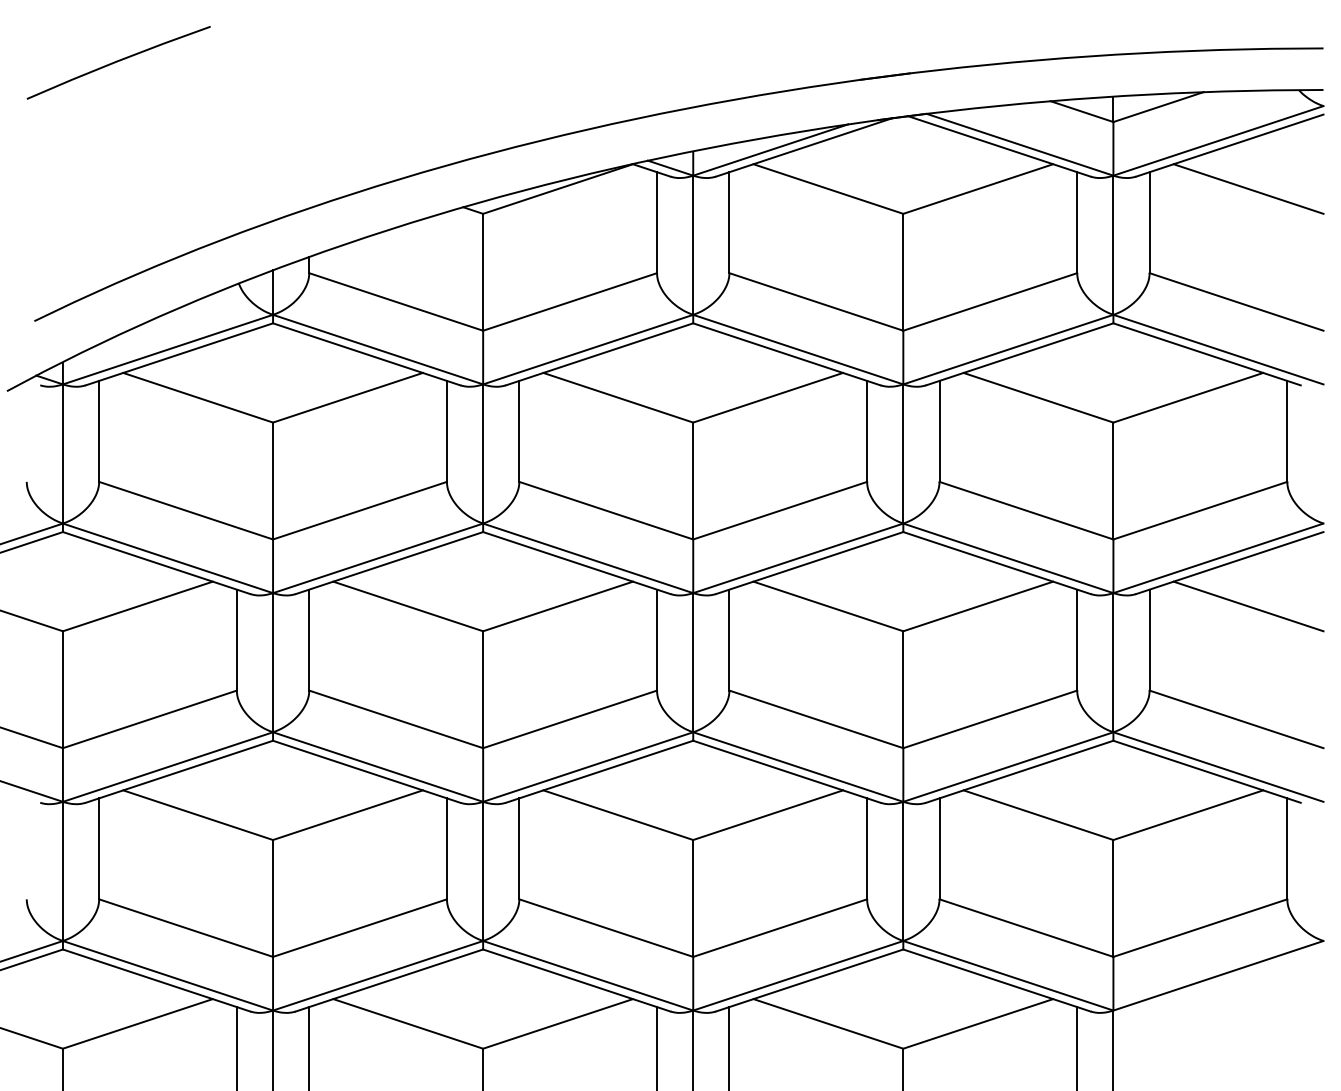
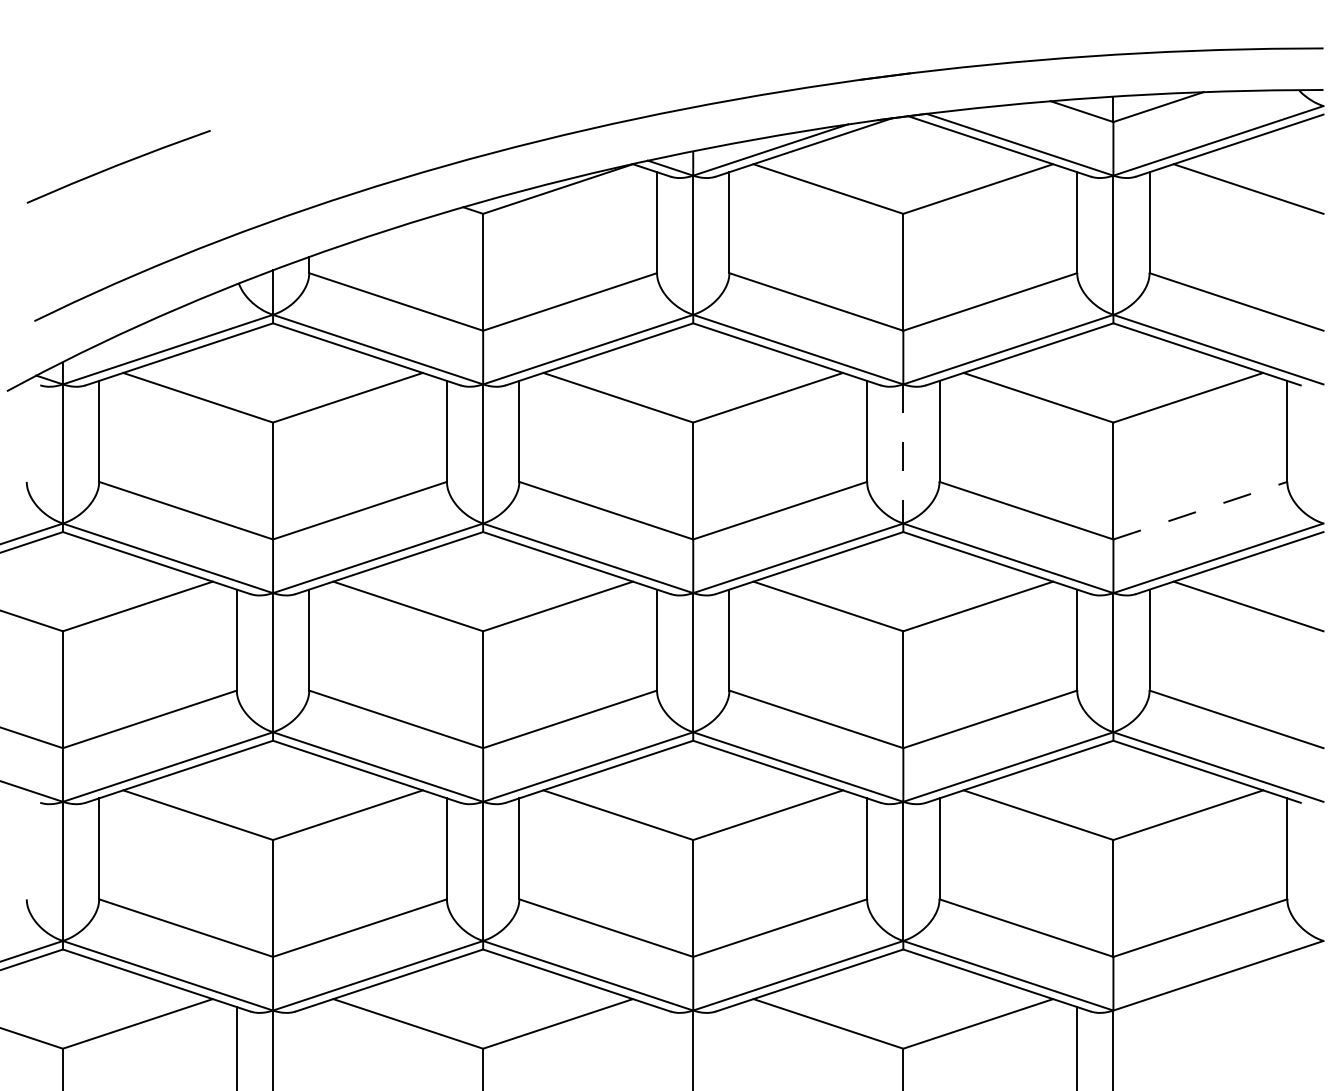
line at (118, 61) position: (118, 61) -> (118, 165)
line at (903, 454): solid -> dashed
line at (1200, 510): solid -> dashed
line at (309, 1047): present -> none
line at (657, 1047): present -> none
line at (729, 1047): present -> none
